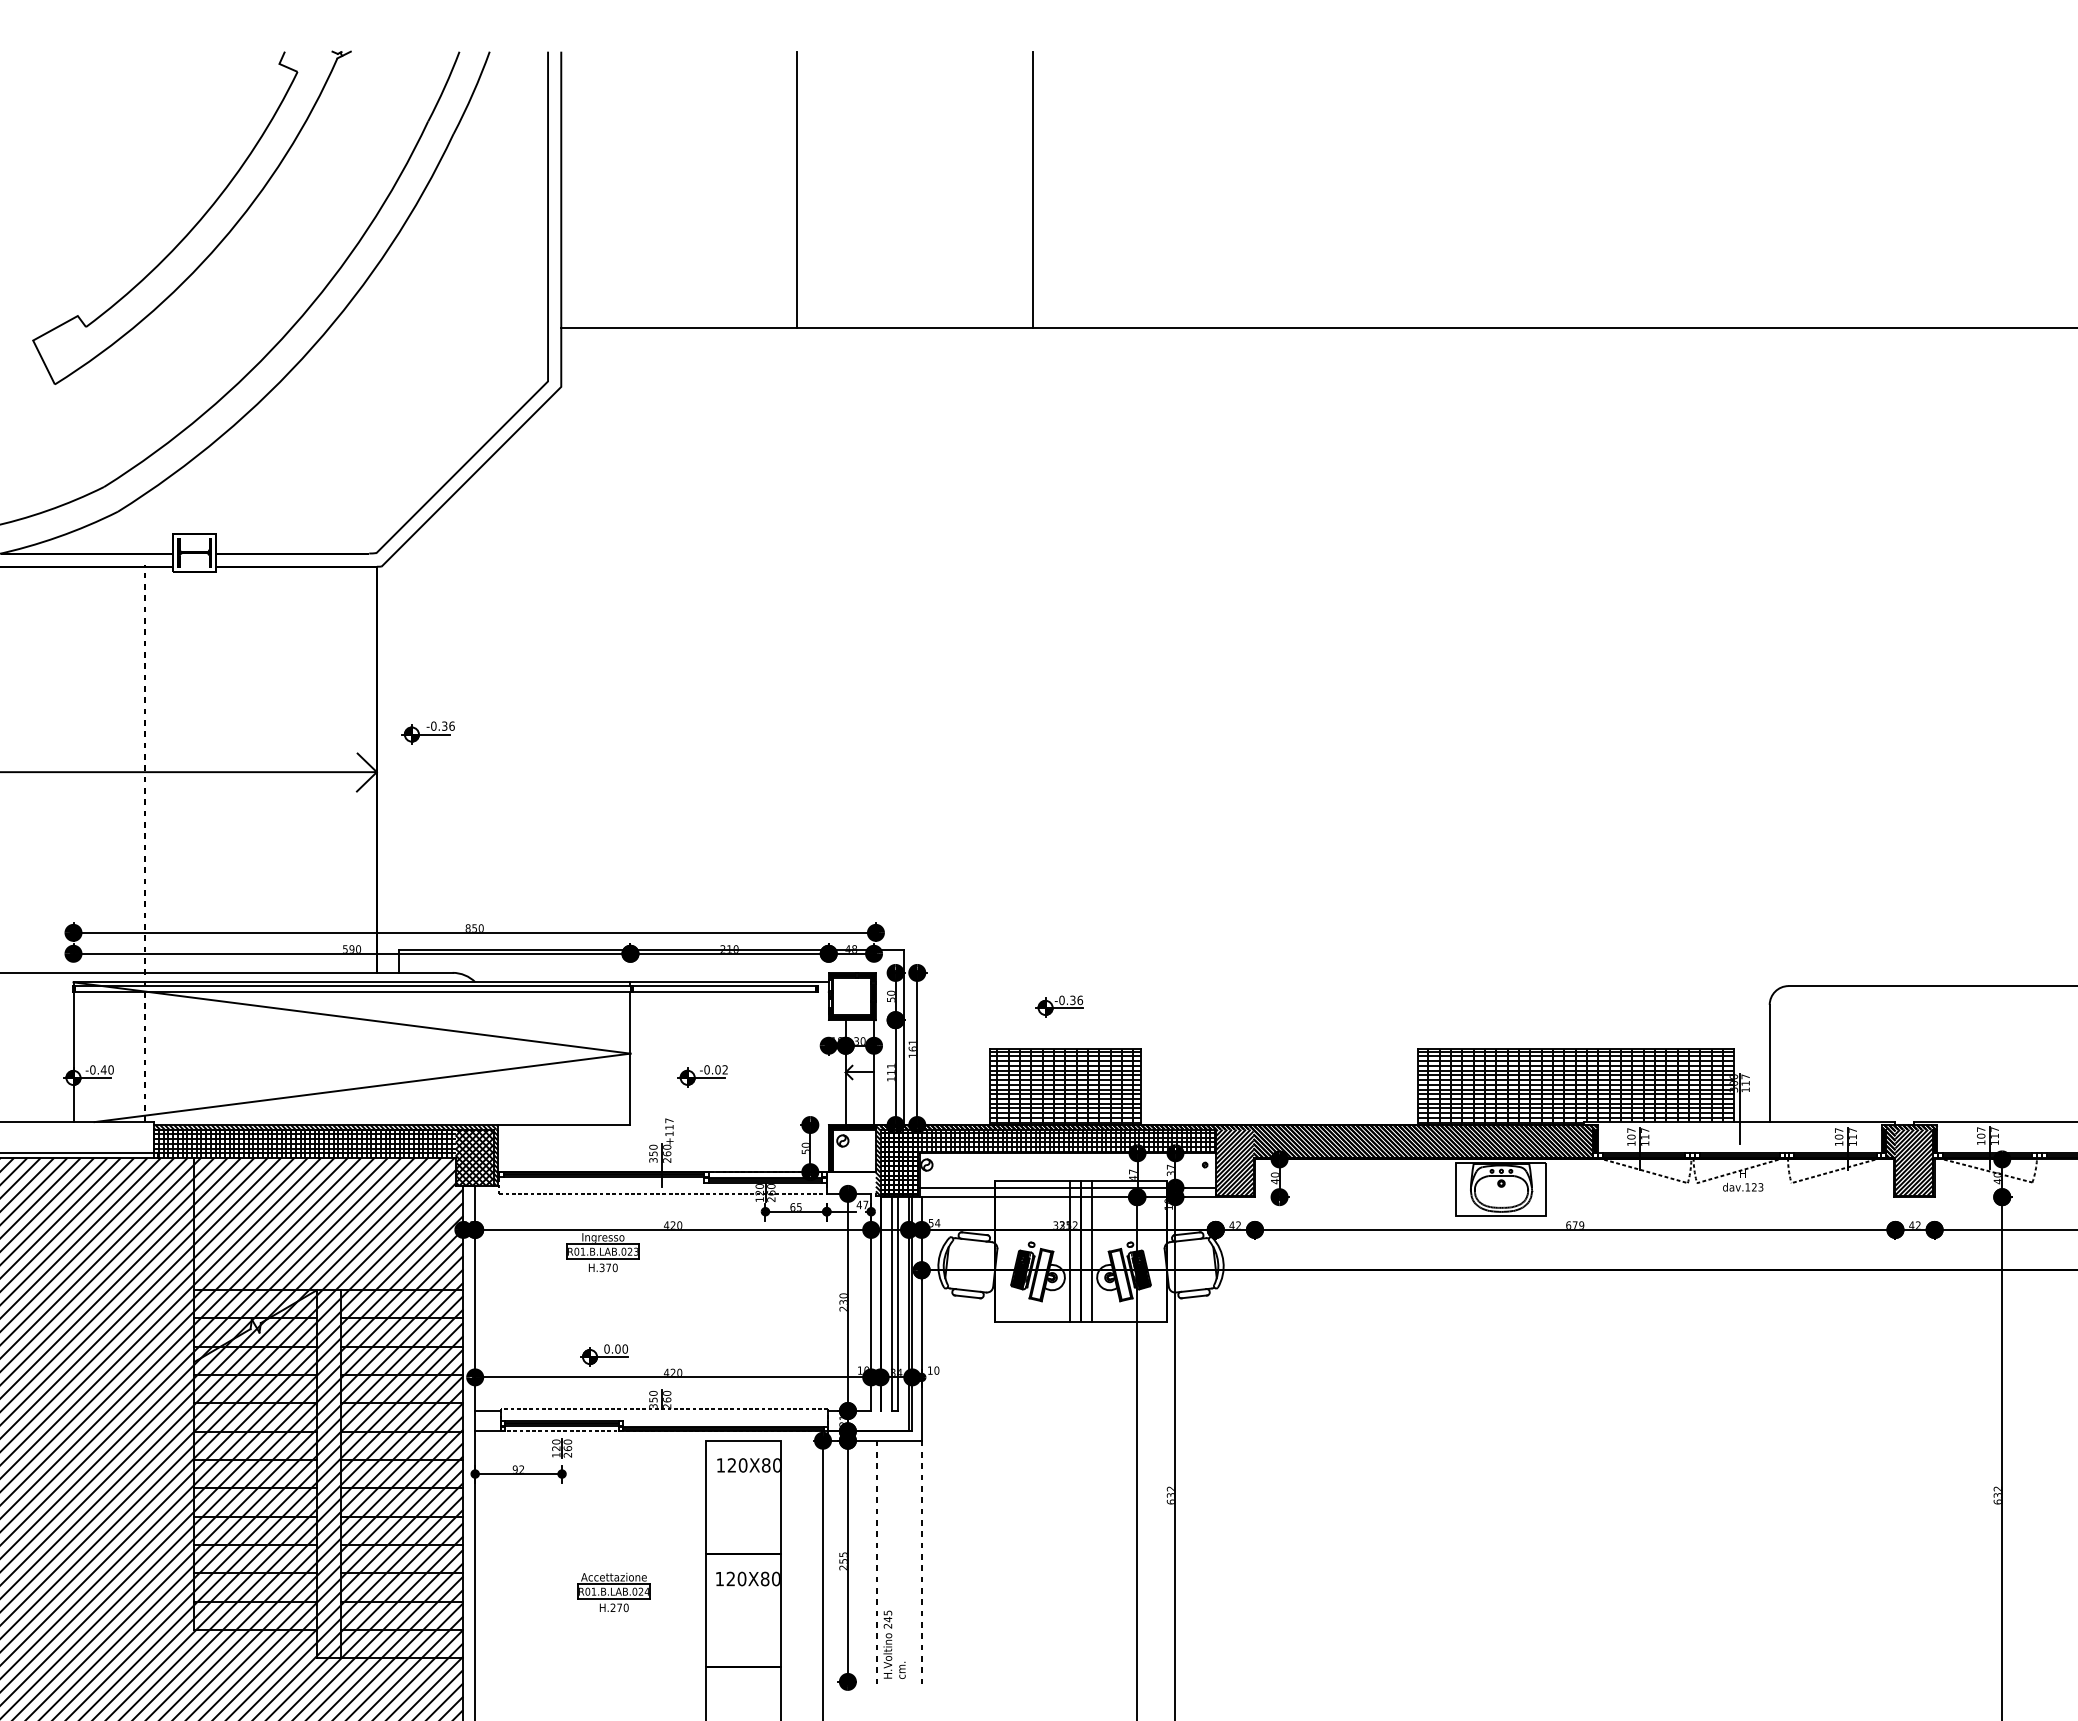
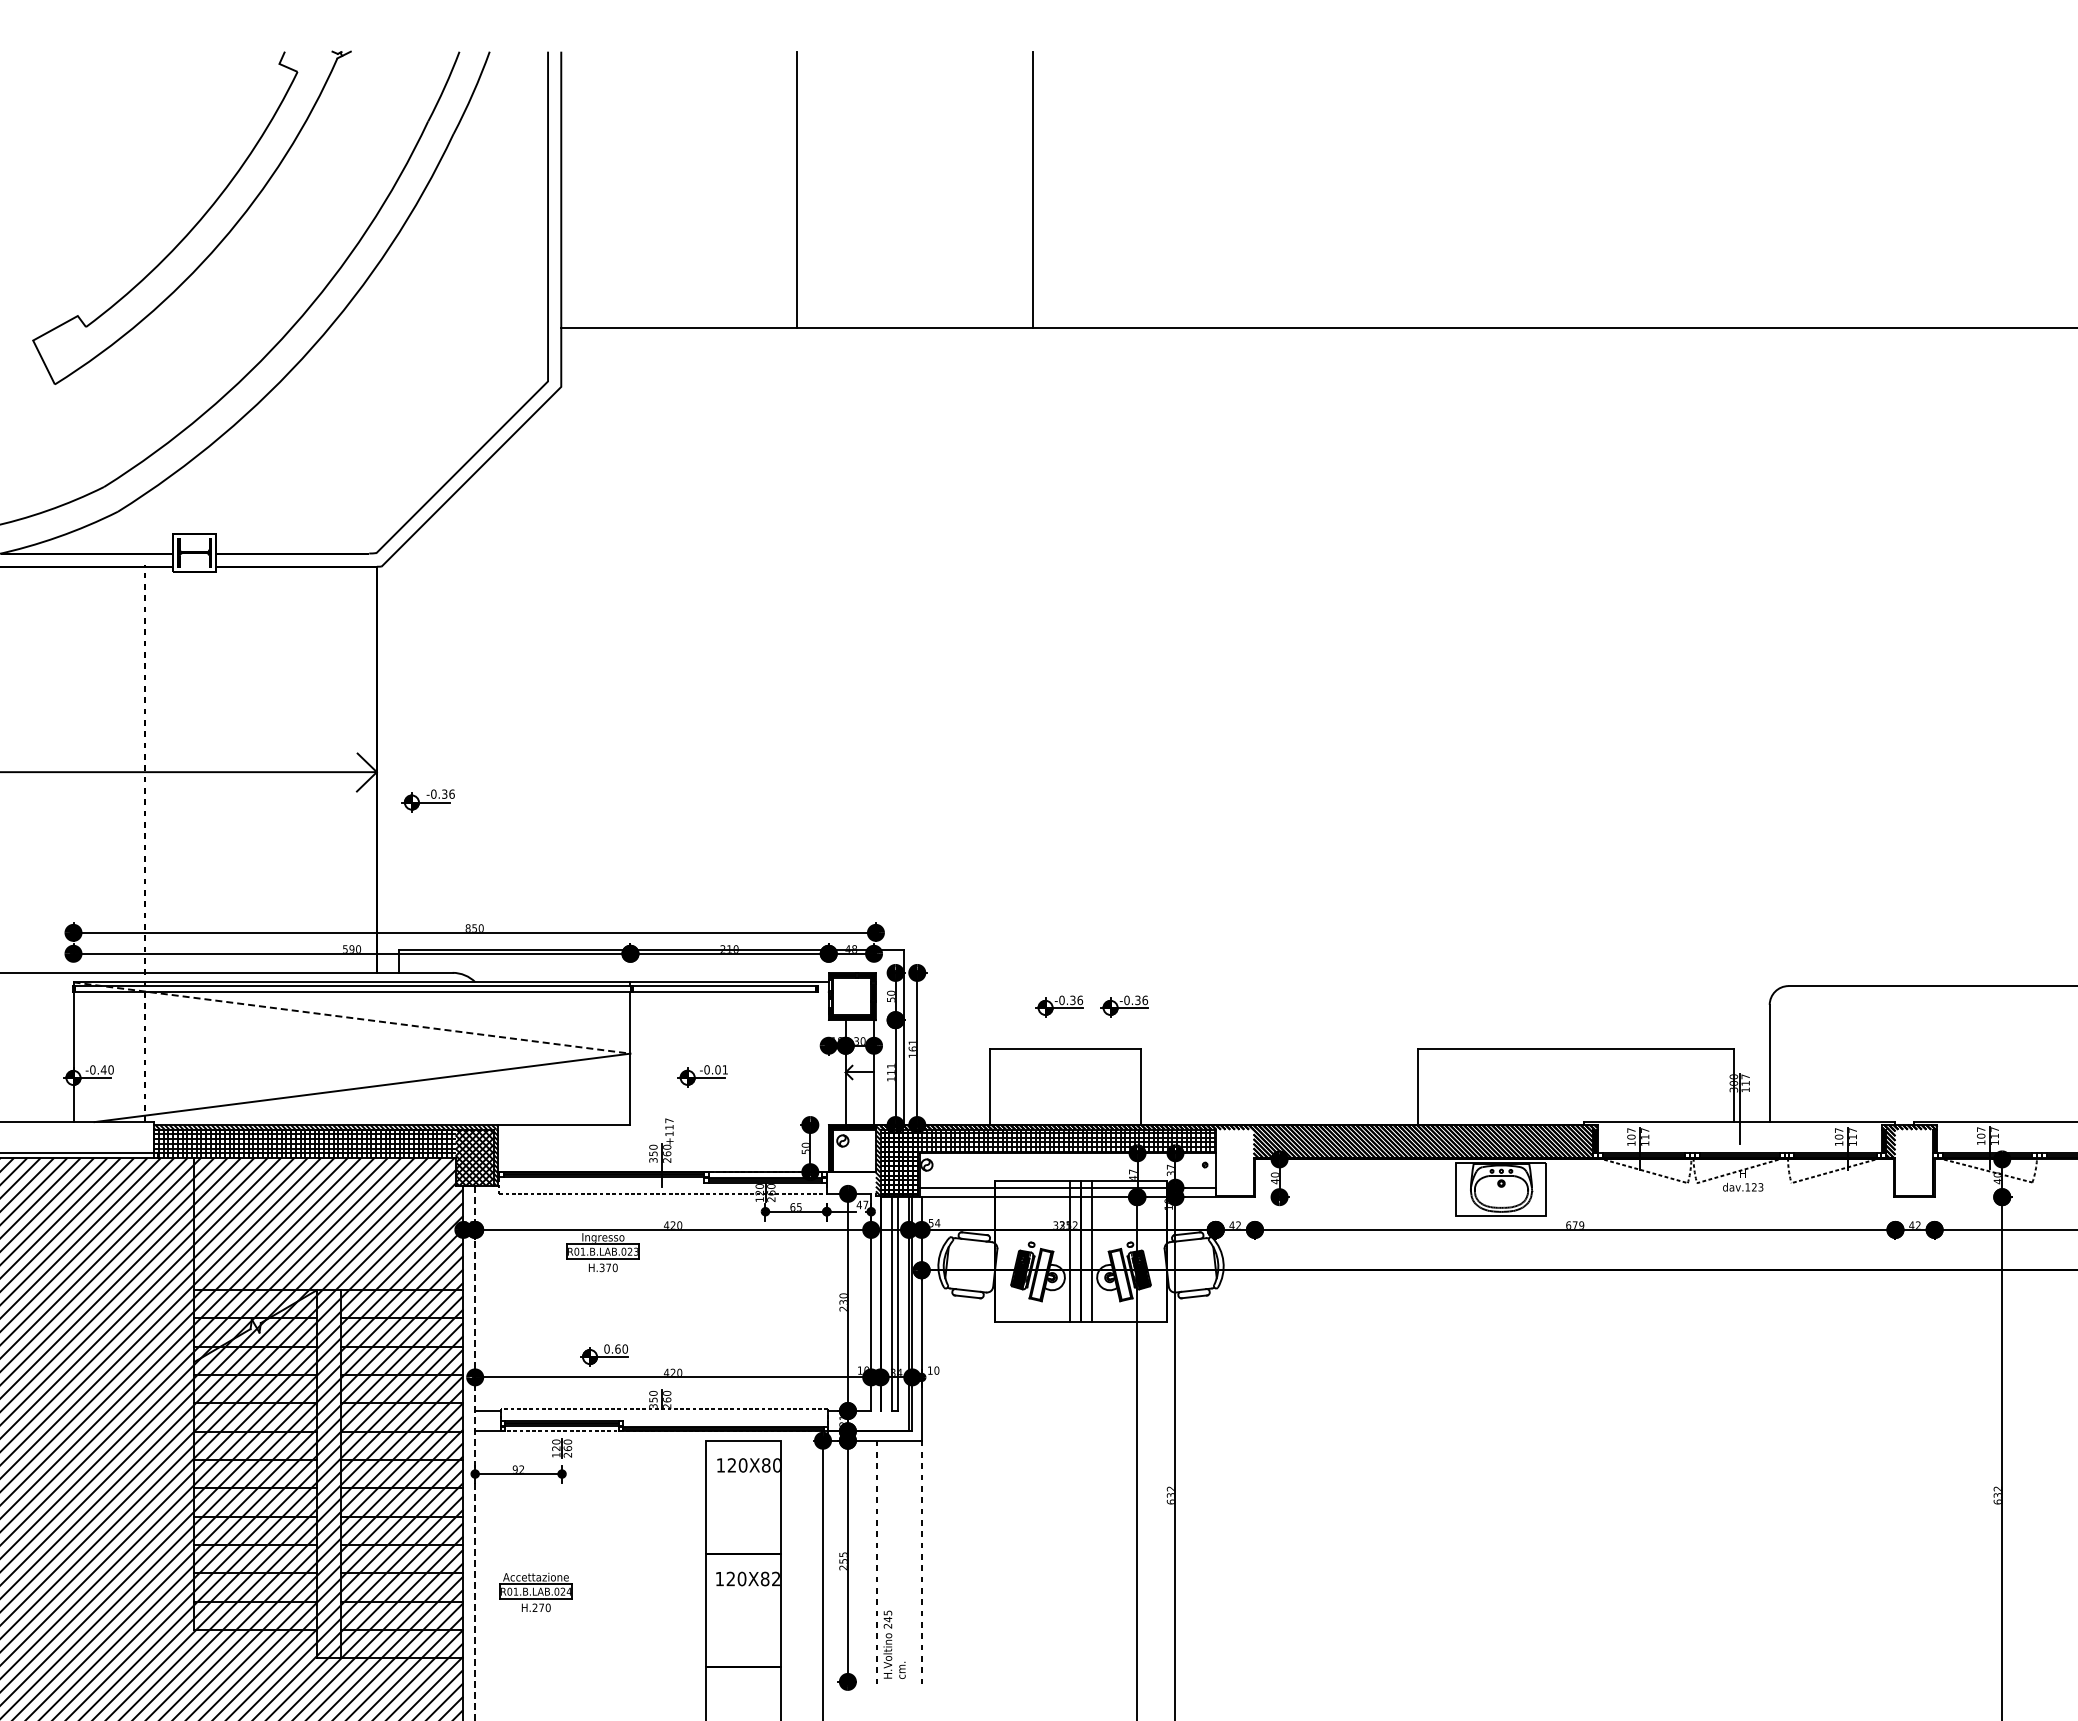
part at (427, 732) position: (427, 732) -> (427, 800)
part at (1124, 1006): none -> present
line at (352, 1018): solid -> dashed
text at (724, 1069): -0.02 -> -0.01
hatch at (1064, 1086): present -> none
hatch at (1575, 1086): present -> none
hatch at (1234, 1162): present -> none
hatch at (1914, 1162): present -> none
text at (617, 1348): 0.00 -> 0.60
line at (475, 1454): solid -> dashed
text at (775, 1578): 120X80 -> 120X82
part at (613, 1592) position: (613, 1592) -> (535, 1592)
